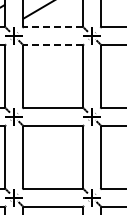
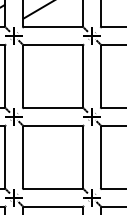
line at (52, 27): dashed -> solid
line at (52, 44): dashed -> solid
